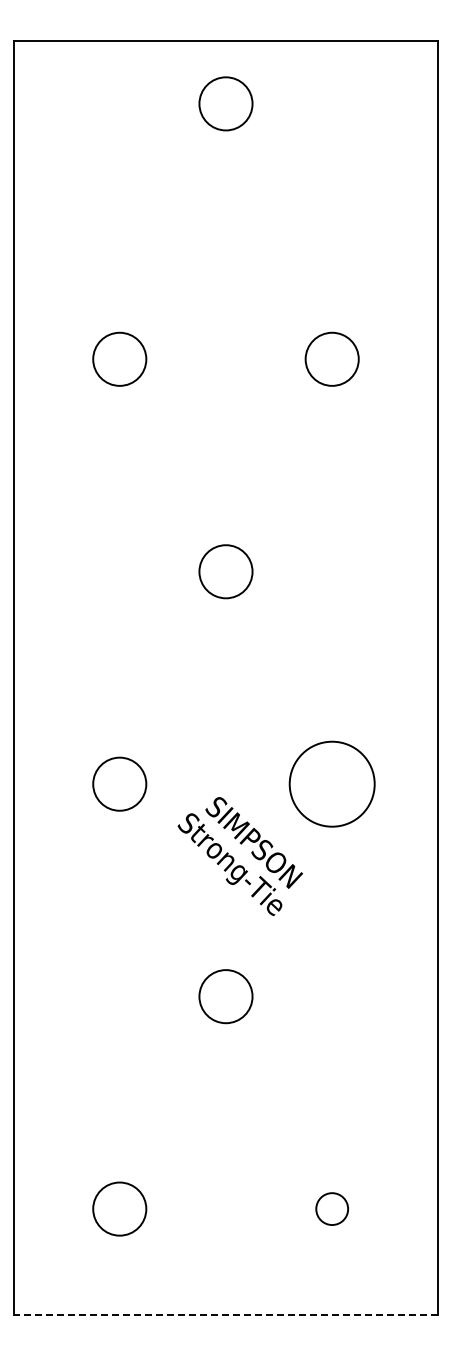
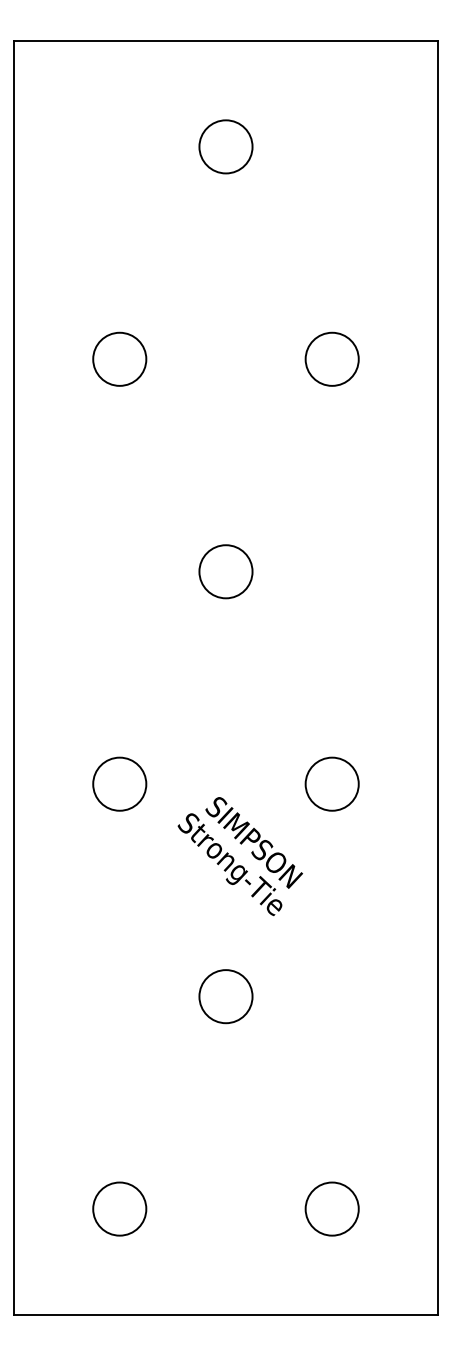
circle at (225, 103) position: (225, 103) -> (225, 146)
circle at (331, 783) diameter: 85 px -> 53 px
circle at (332, 1209) diameter: 32 px -> 53 px
line at (225, 1315): dashed -> solid
